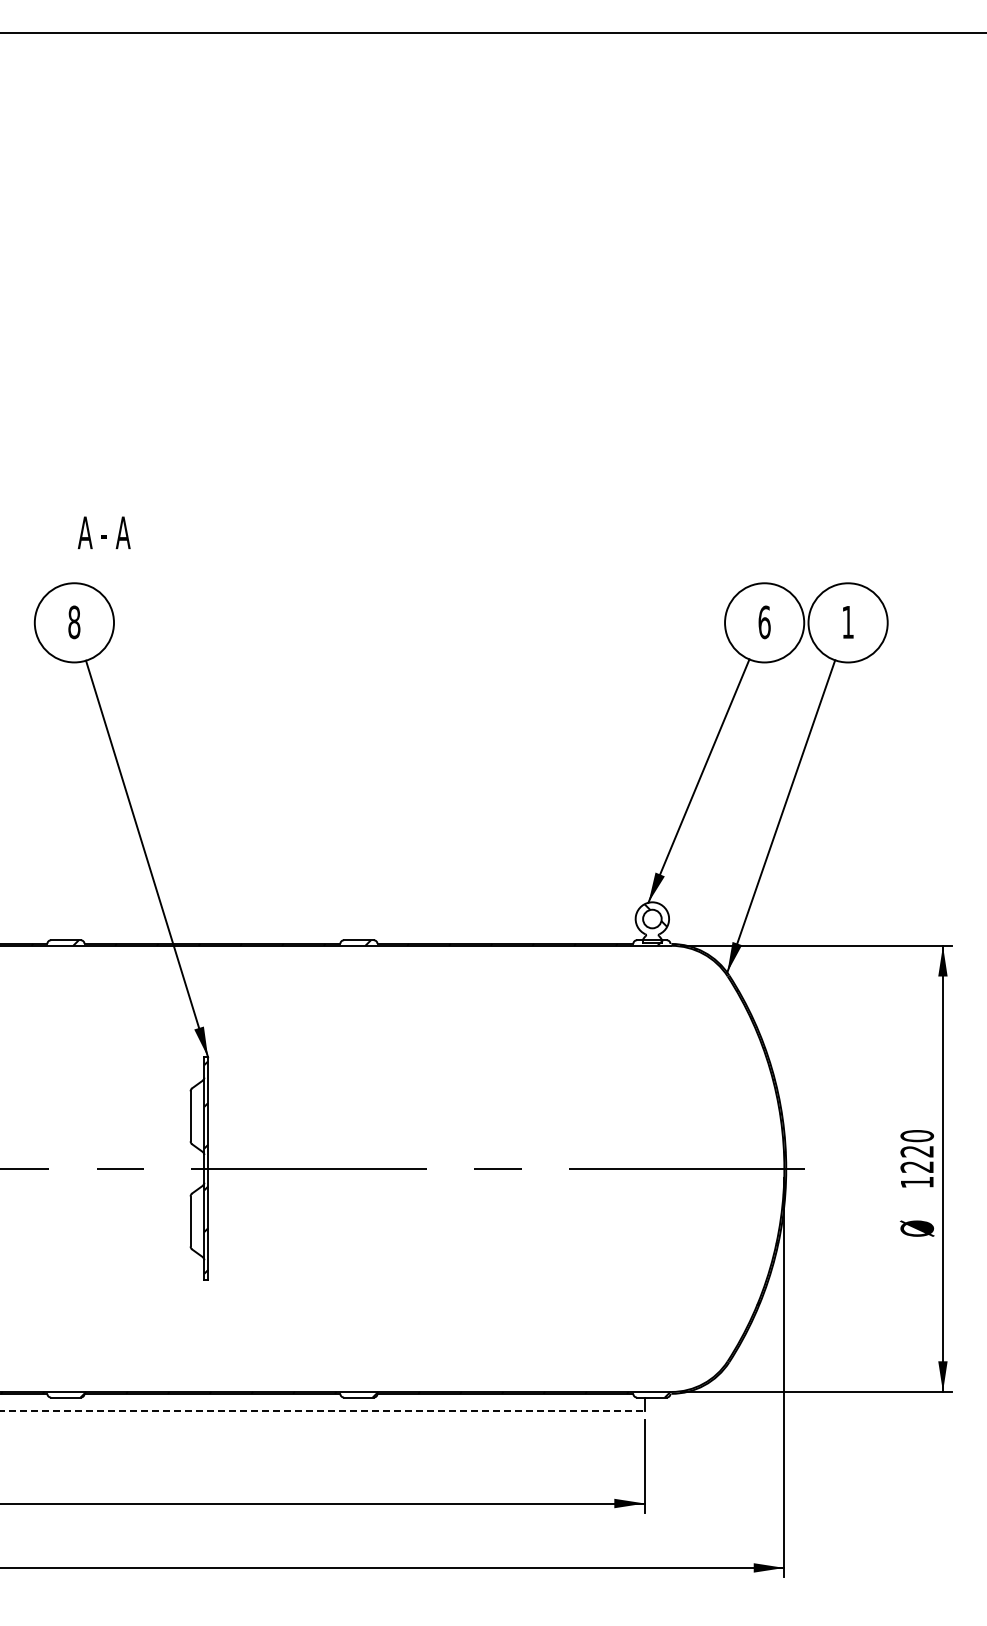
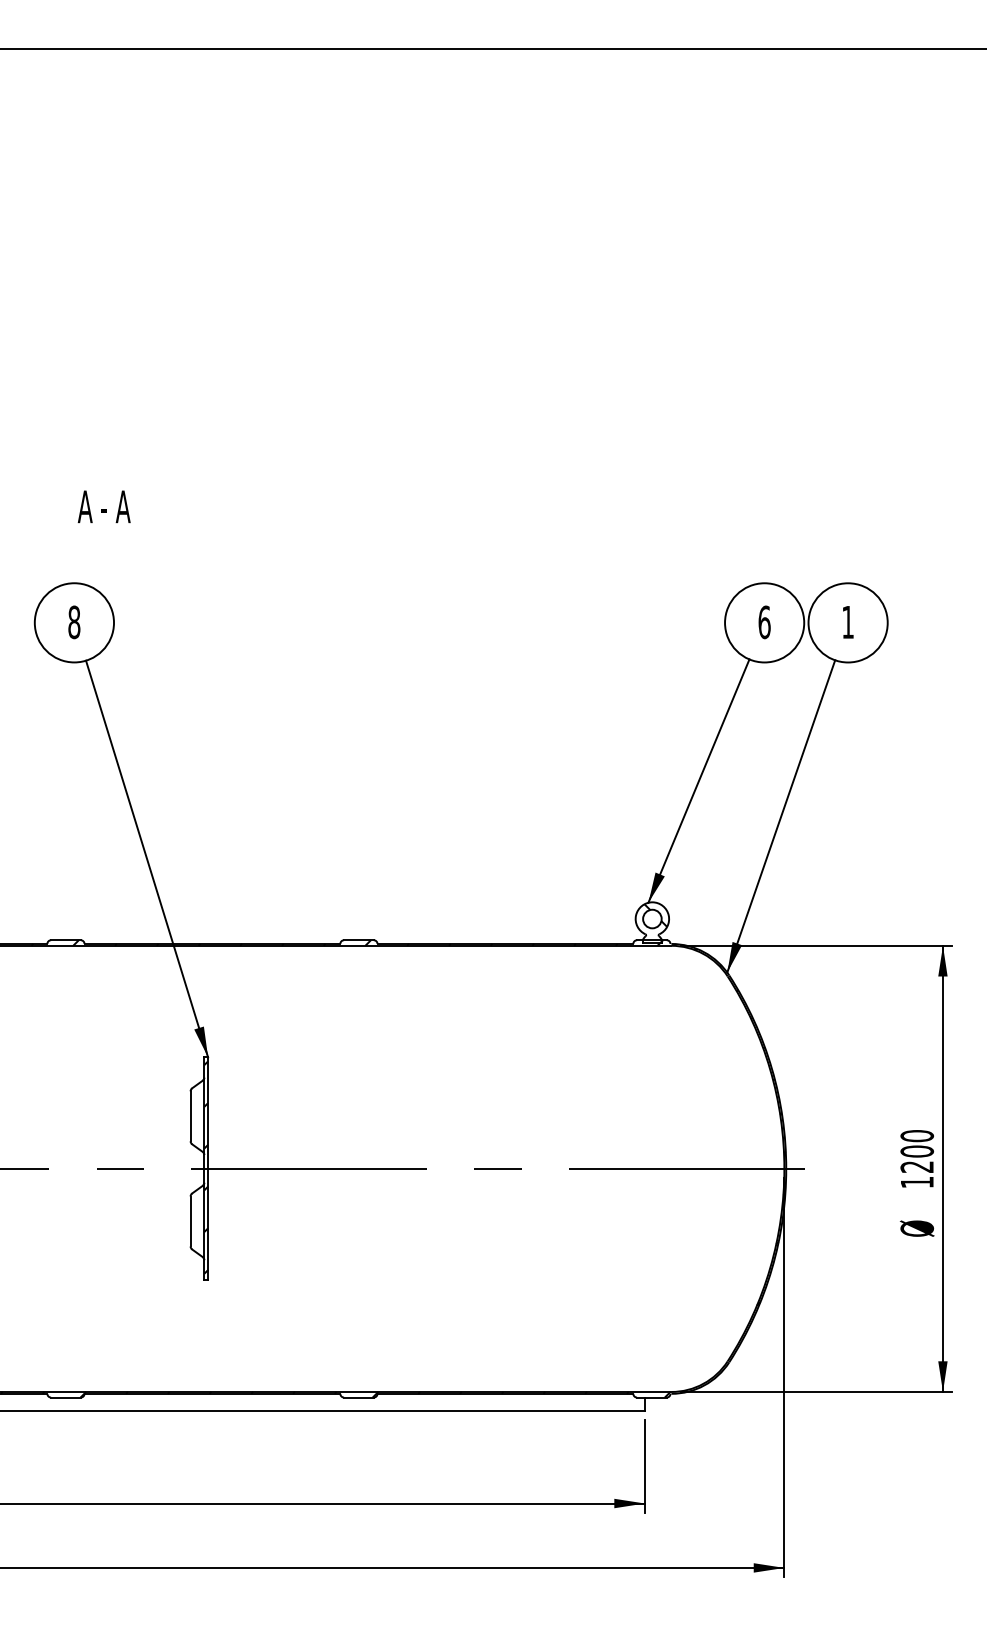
line at (492, 32) position: (492, 32) -> (492, 48)
text at (103, 532) position: (103, 532) -> (103, 506)
text at (917, 1151): 1220 -> 1200
line at (322, 1410): dashed -> solid
